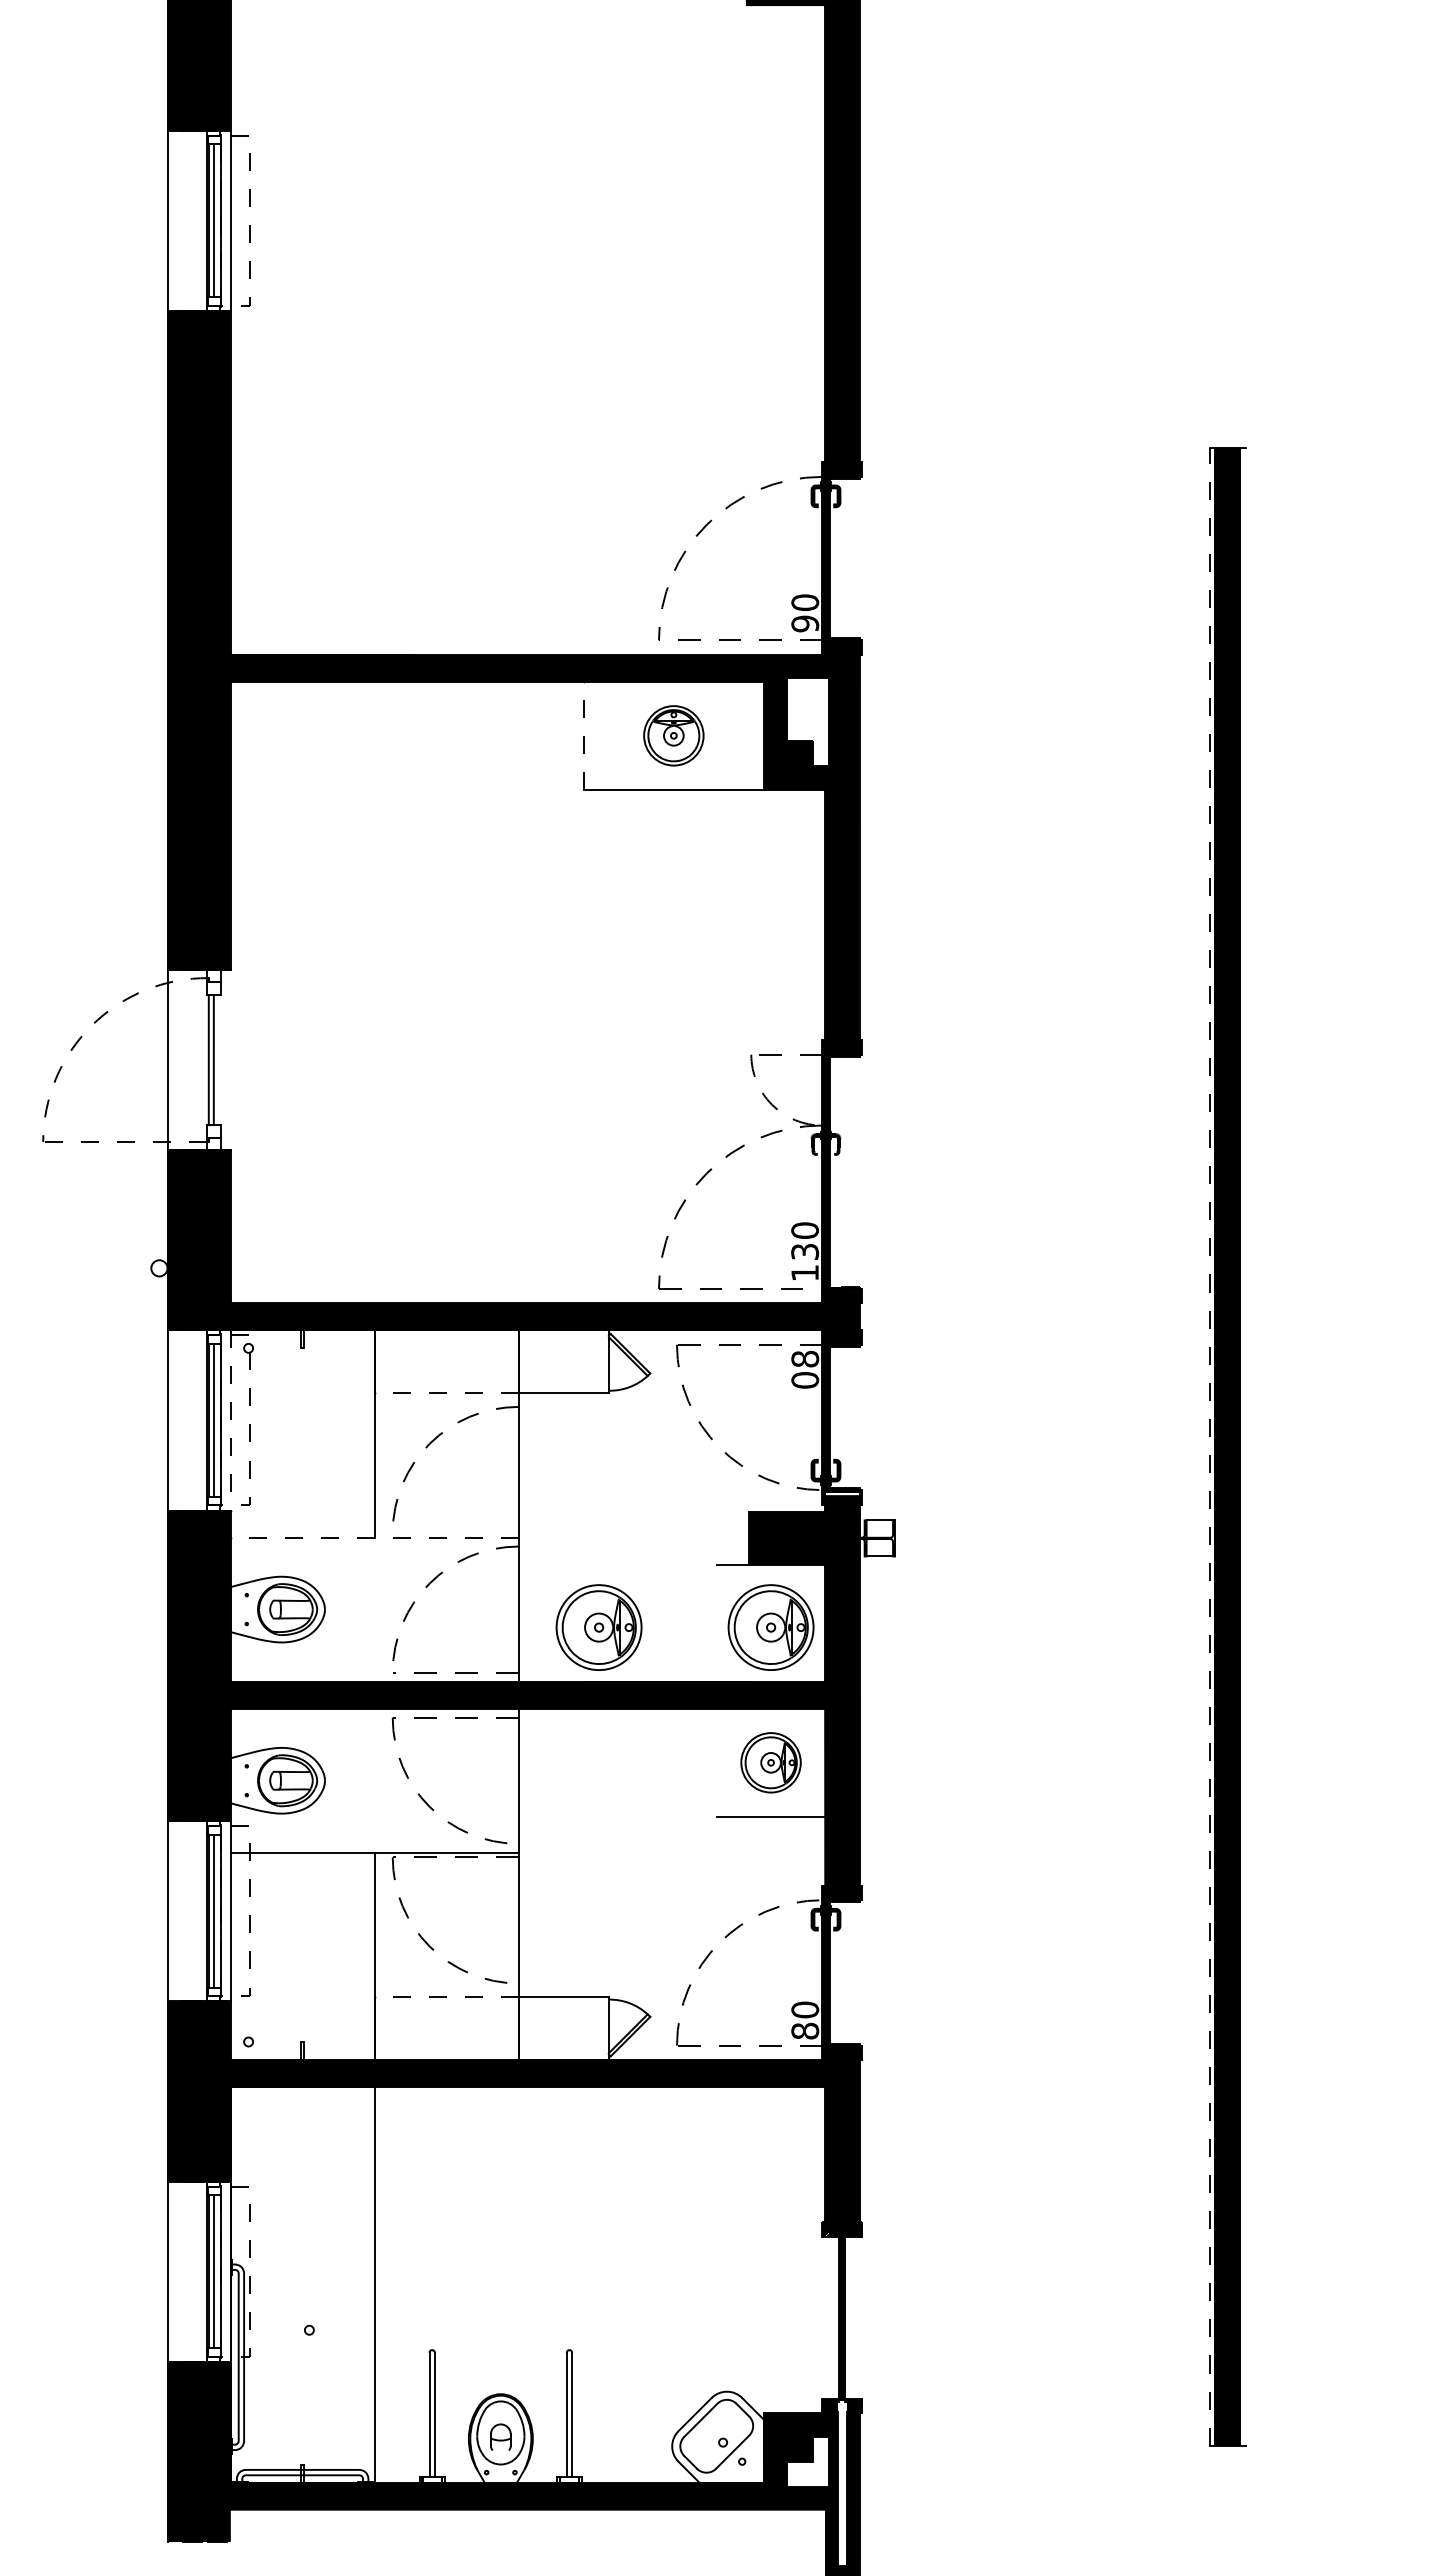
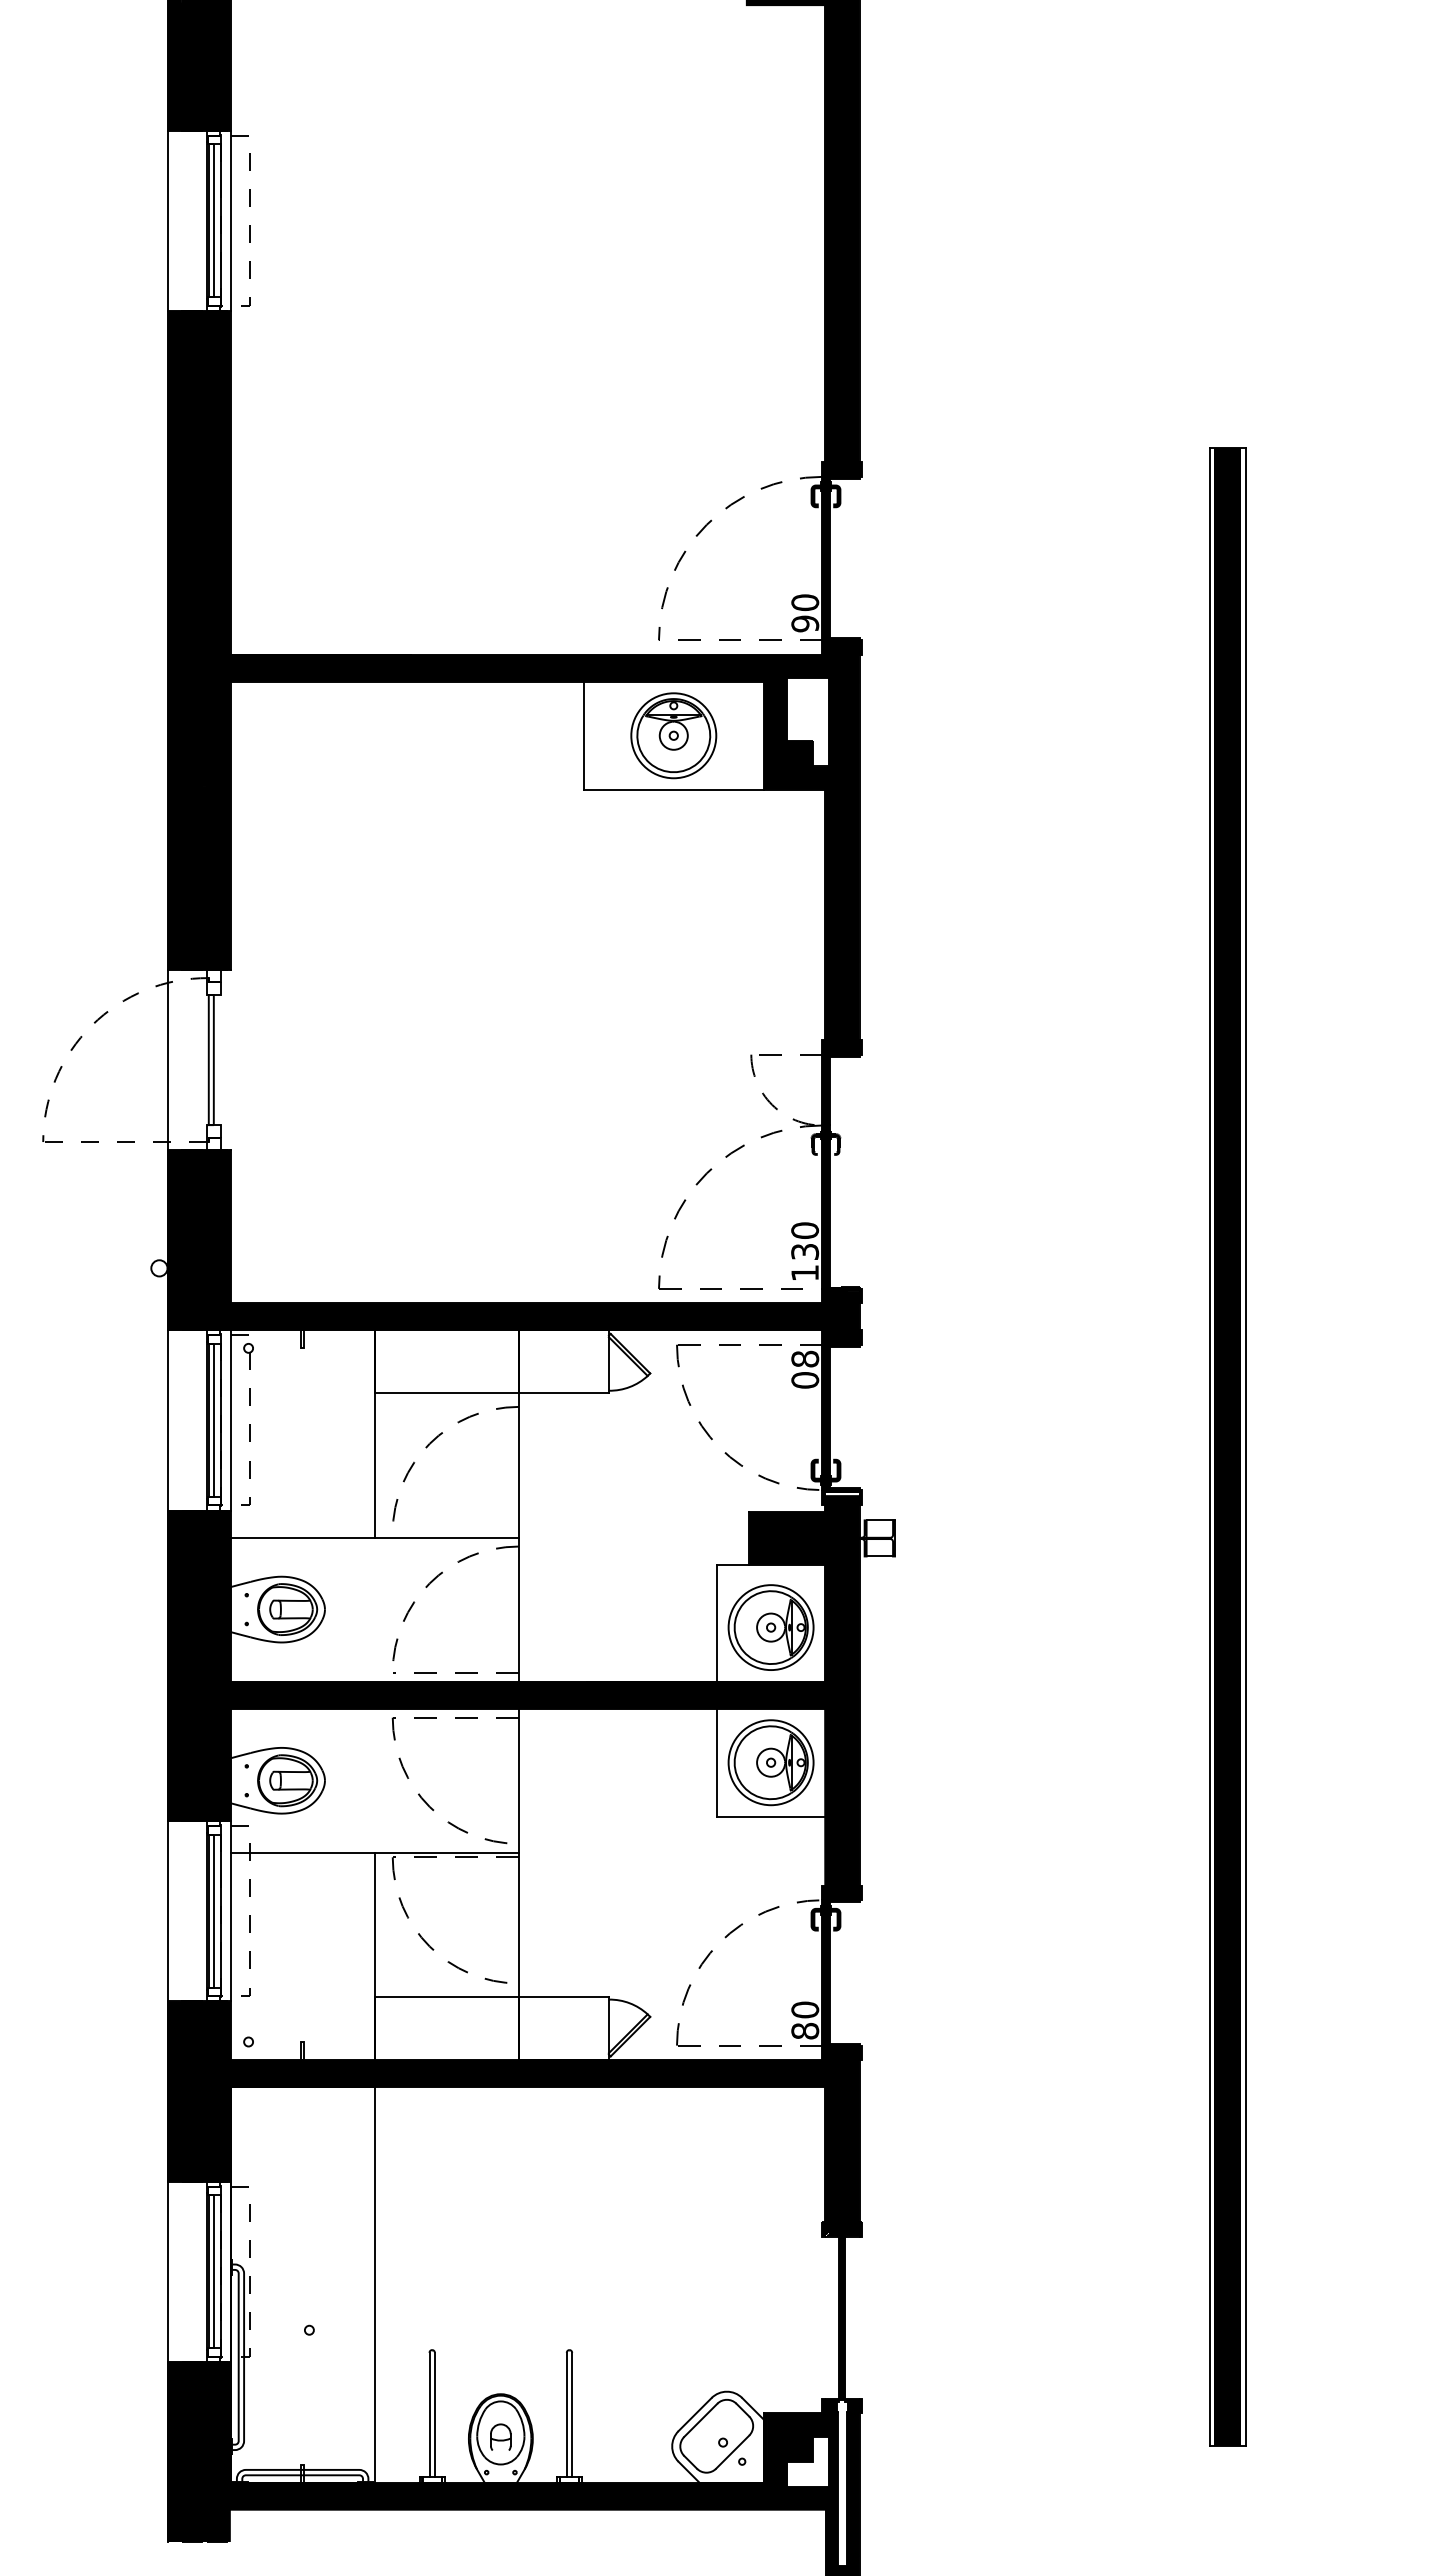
line at (583, 735): dashed -> solid
part at (673, 735) size: 62x62 px -> 88x88 px
line at (446, 1393): dashed -> solid
line at (230, 1420): dashed -> solid
line at (1245, 1446): none -> present
line at (1209, 1447): dashed -> solid
line at (374, 1537): dashed -> solid
line at (717, 1622): none -> present
part at (598, 1627): present -> none
line at (717, 1762): none -> present
part at (770, 1762) size: 62x62 px -> 88x88 px
line at (446, 1996): dashed -> solid
